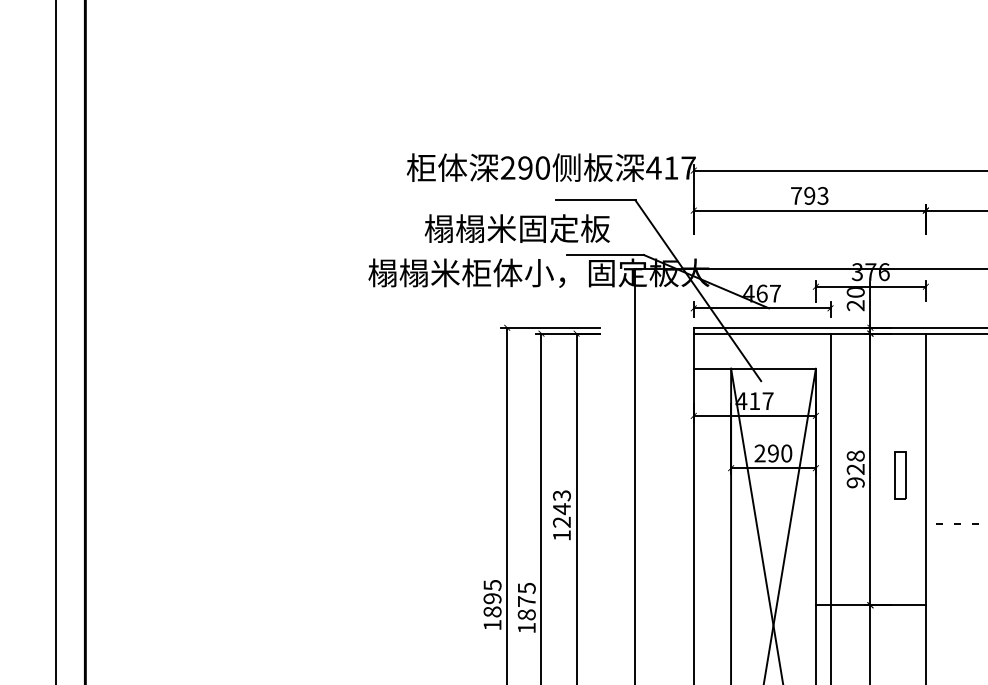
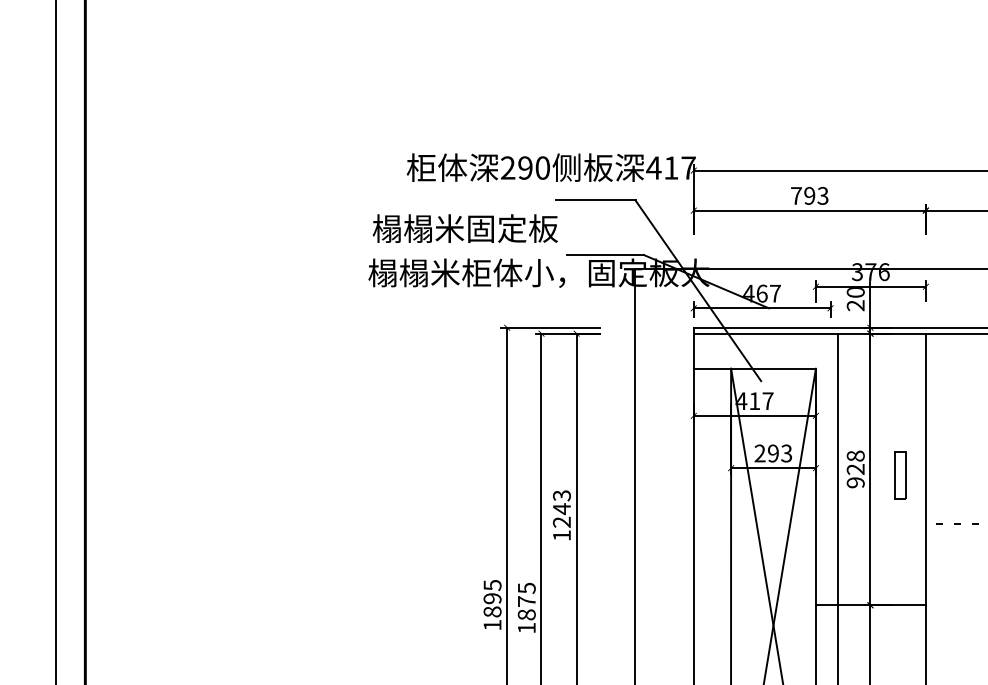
text at (517, 228) position: (517, 228) -> (465, 228)
text at (786, 453): 290 -> 293
line at (830, 507) position: (830, 507) -> (837, 507)
